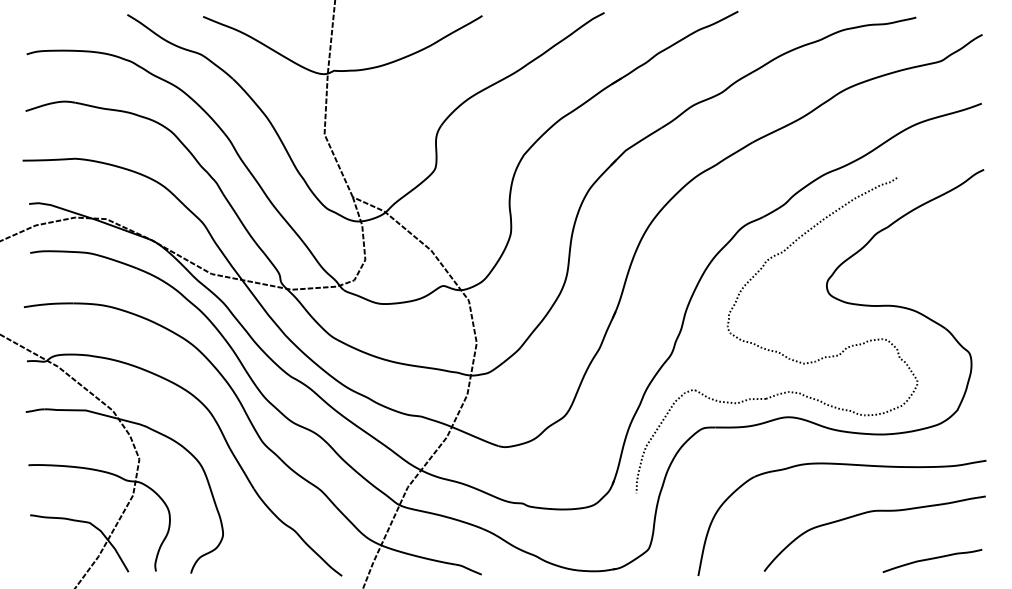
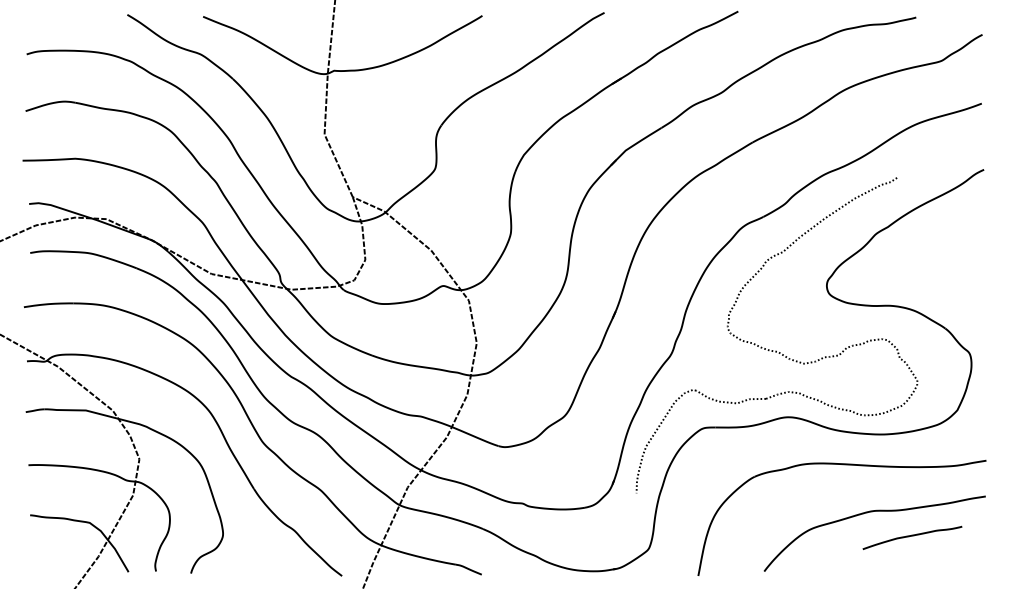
curve at (932, 559) position: (932, 559) -> (912, 536)
